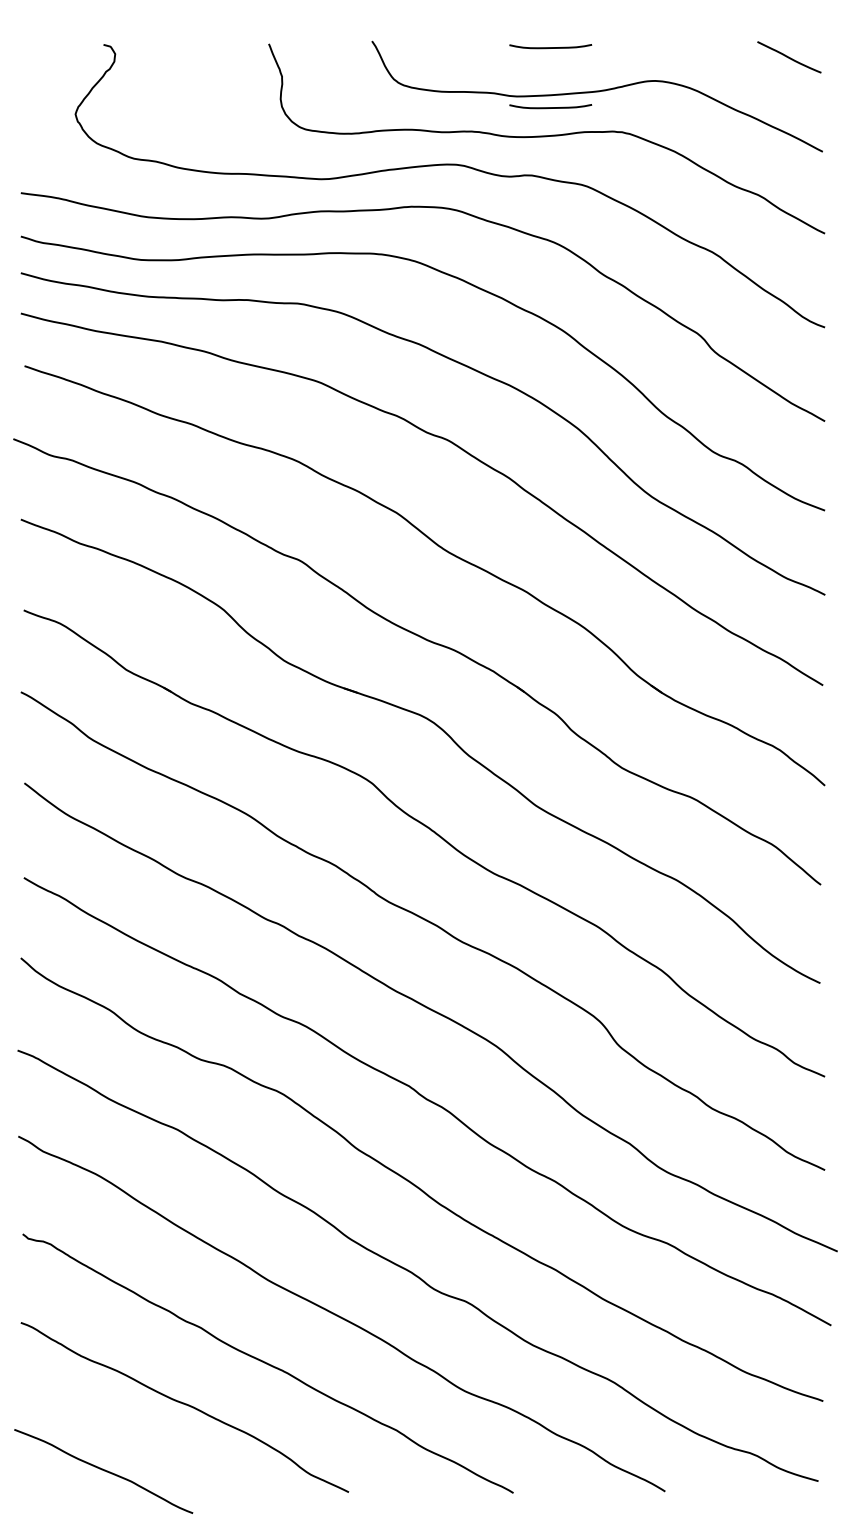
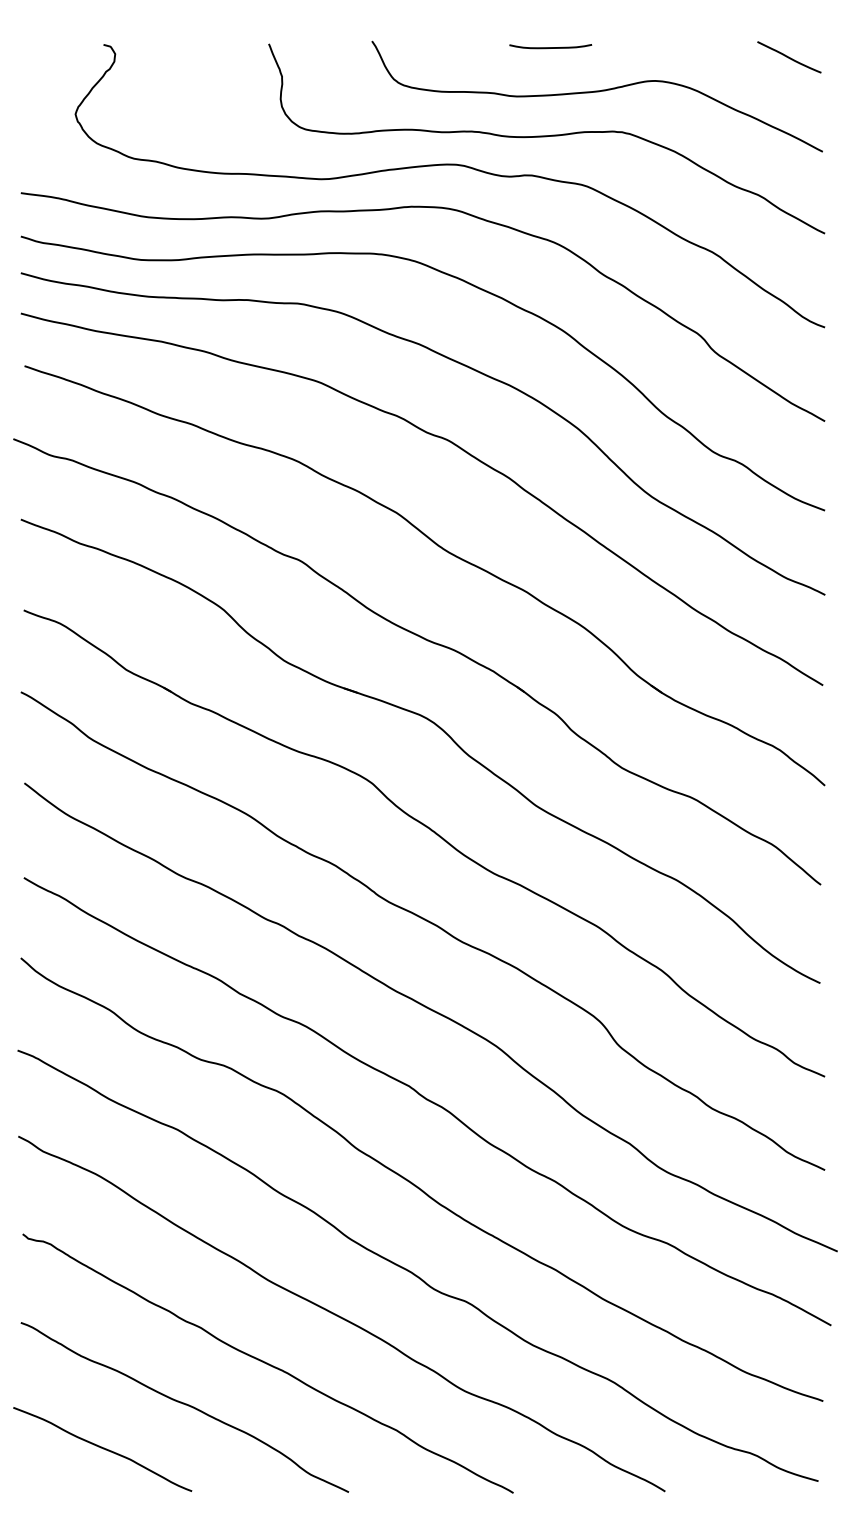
curve at (550, 107): present -> none
curve at (103, 1470) position: (103, 1470) -> (102, 1448)
